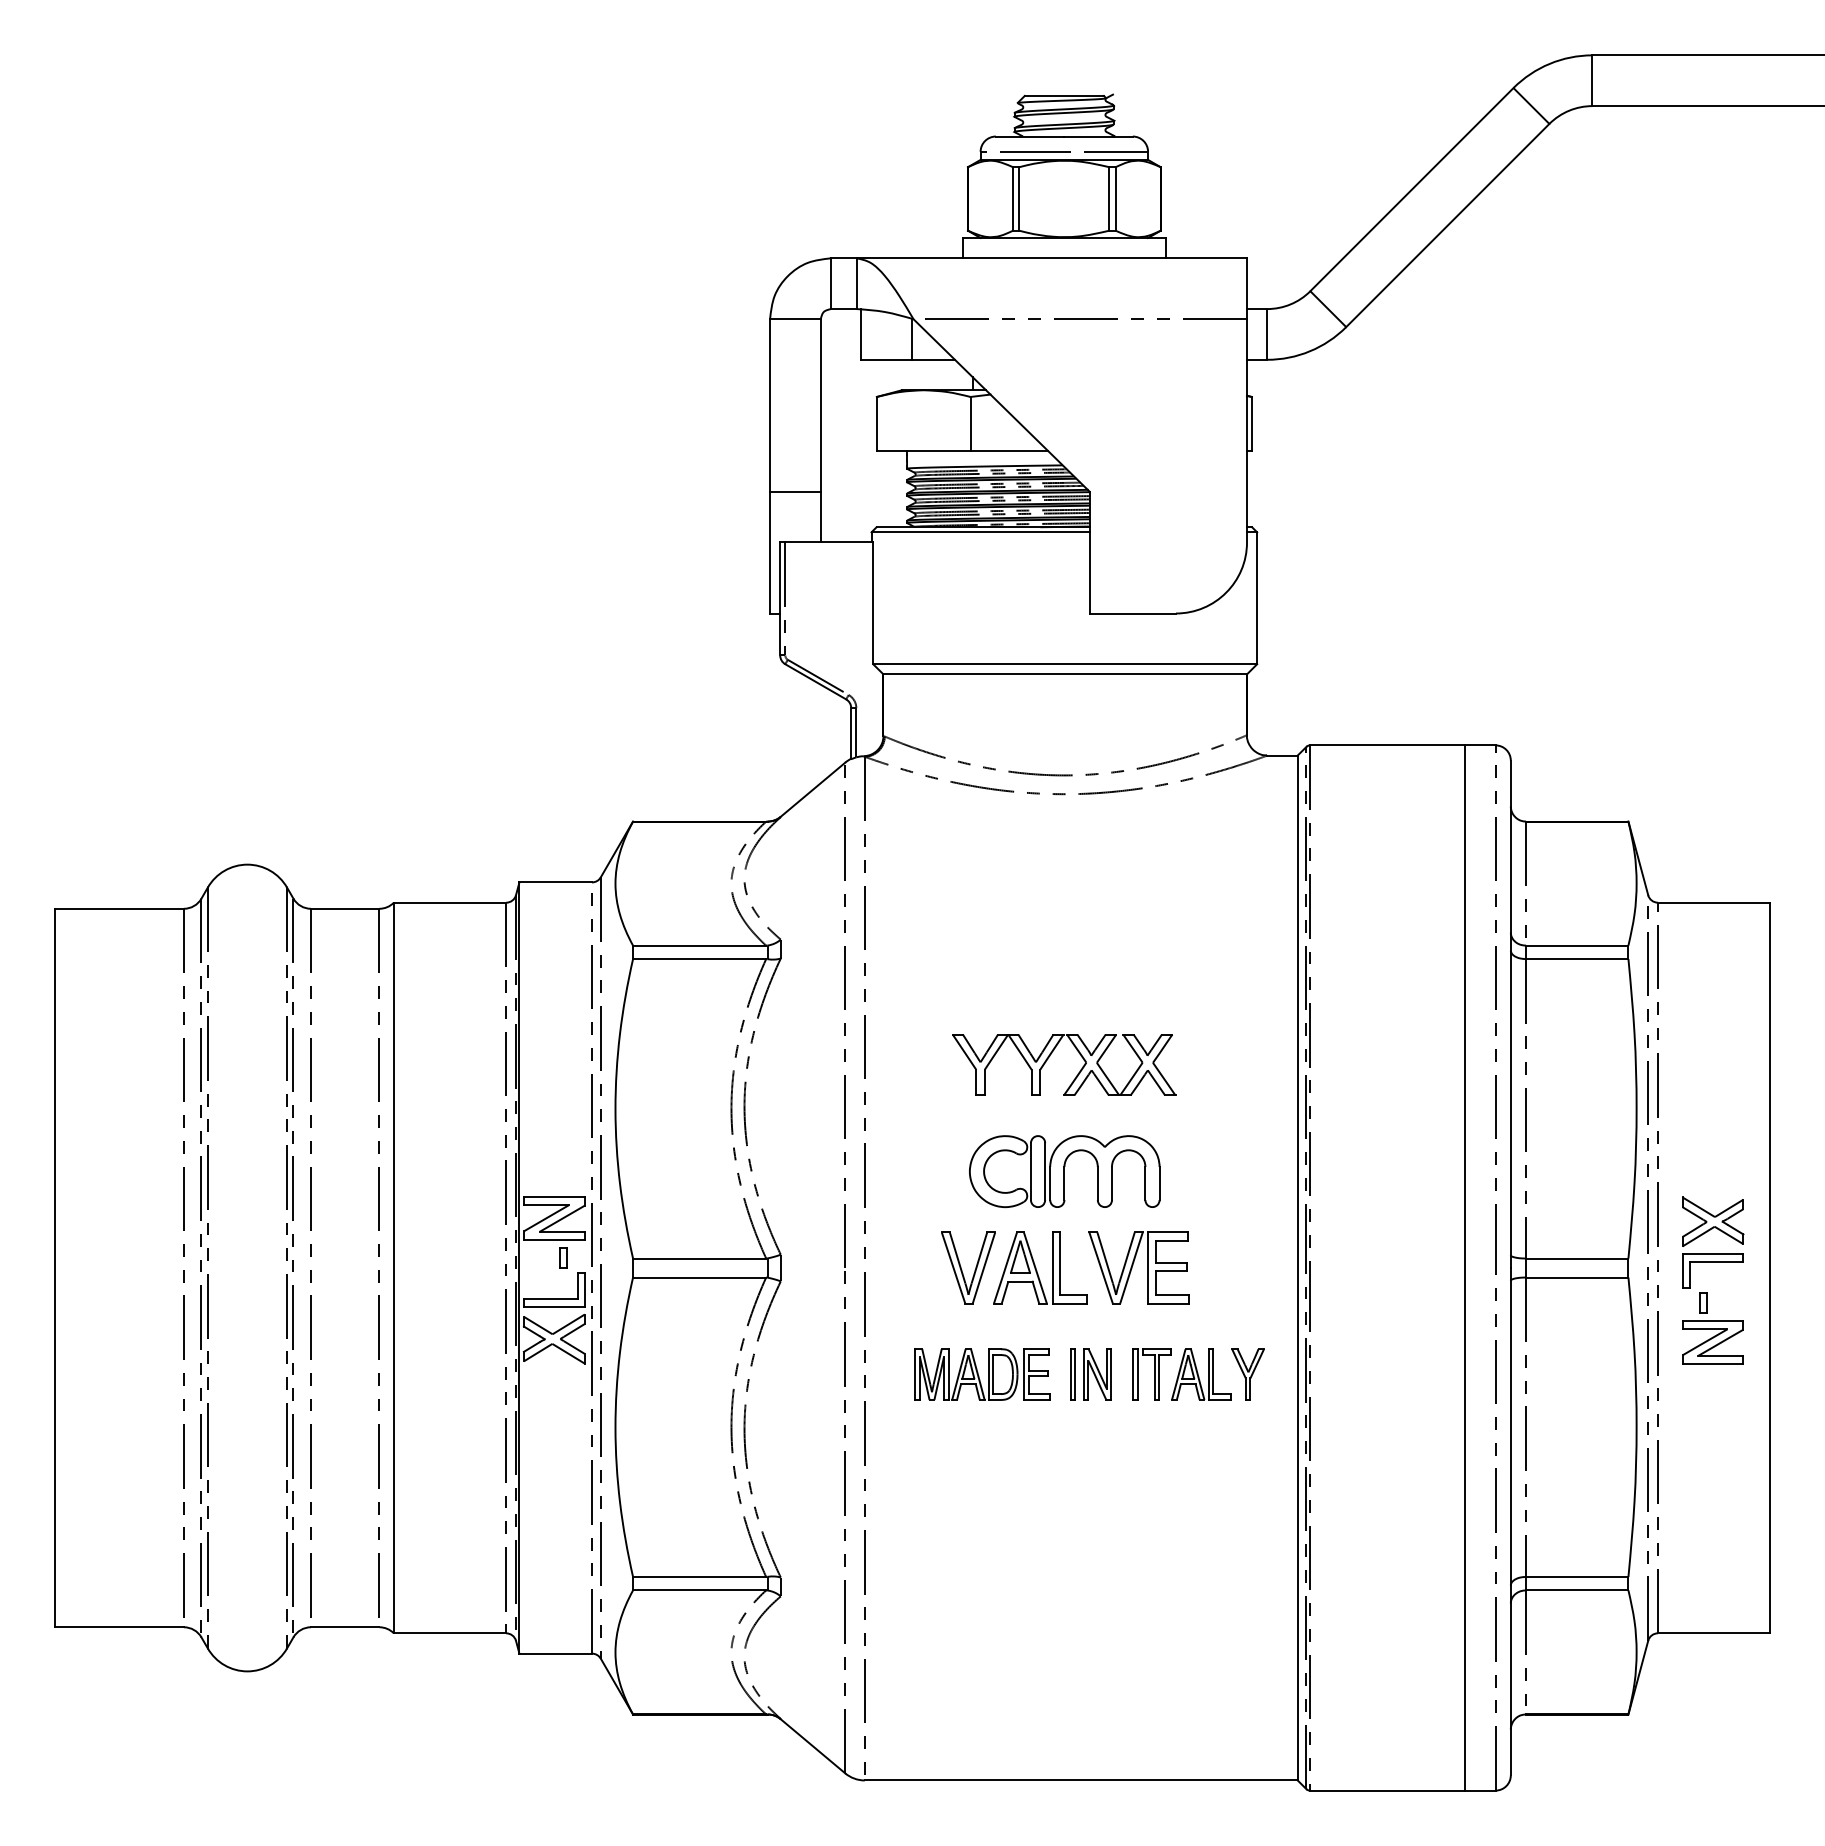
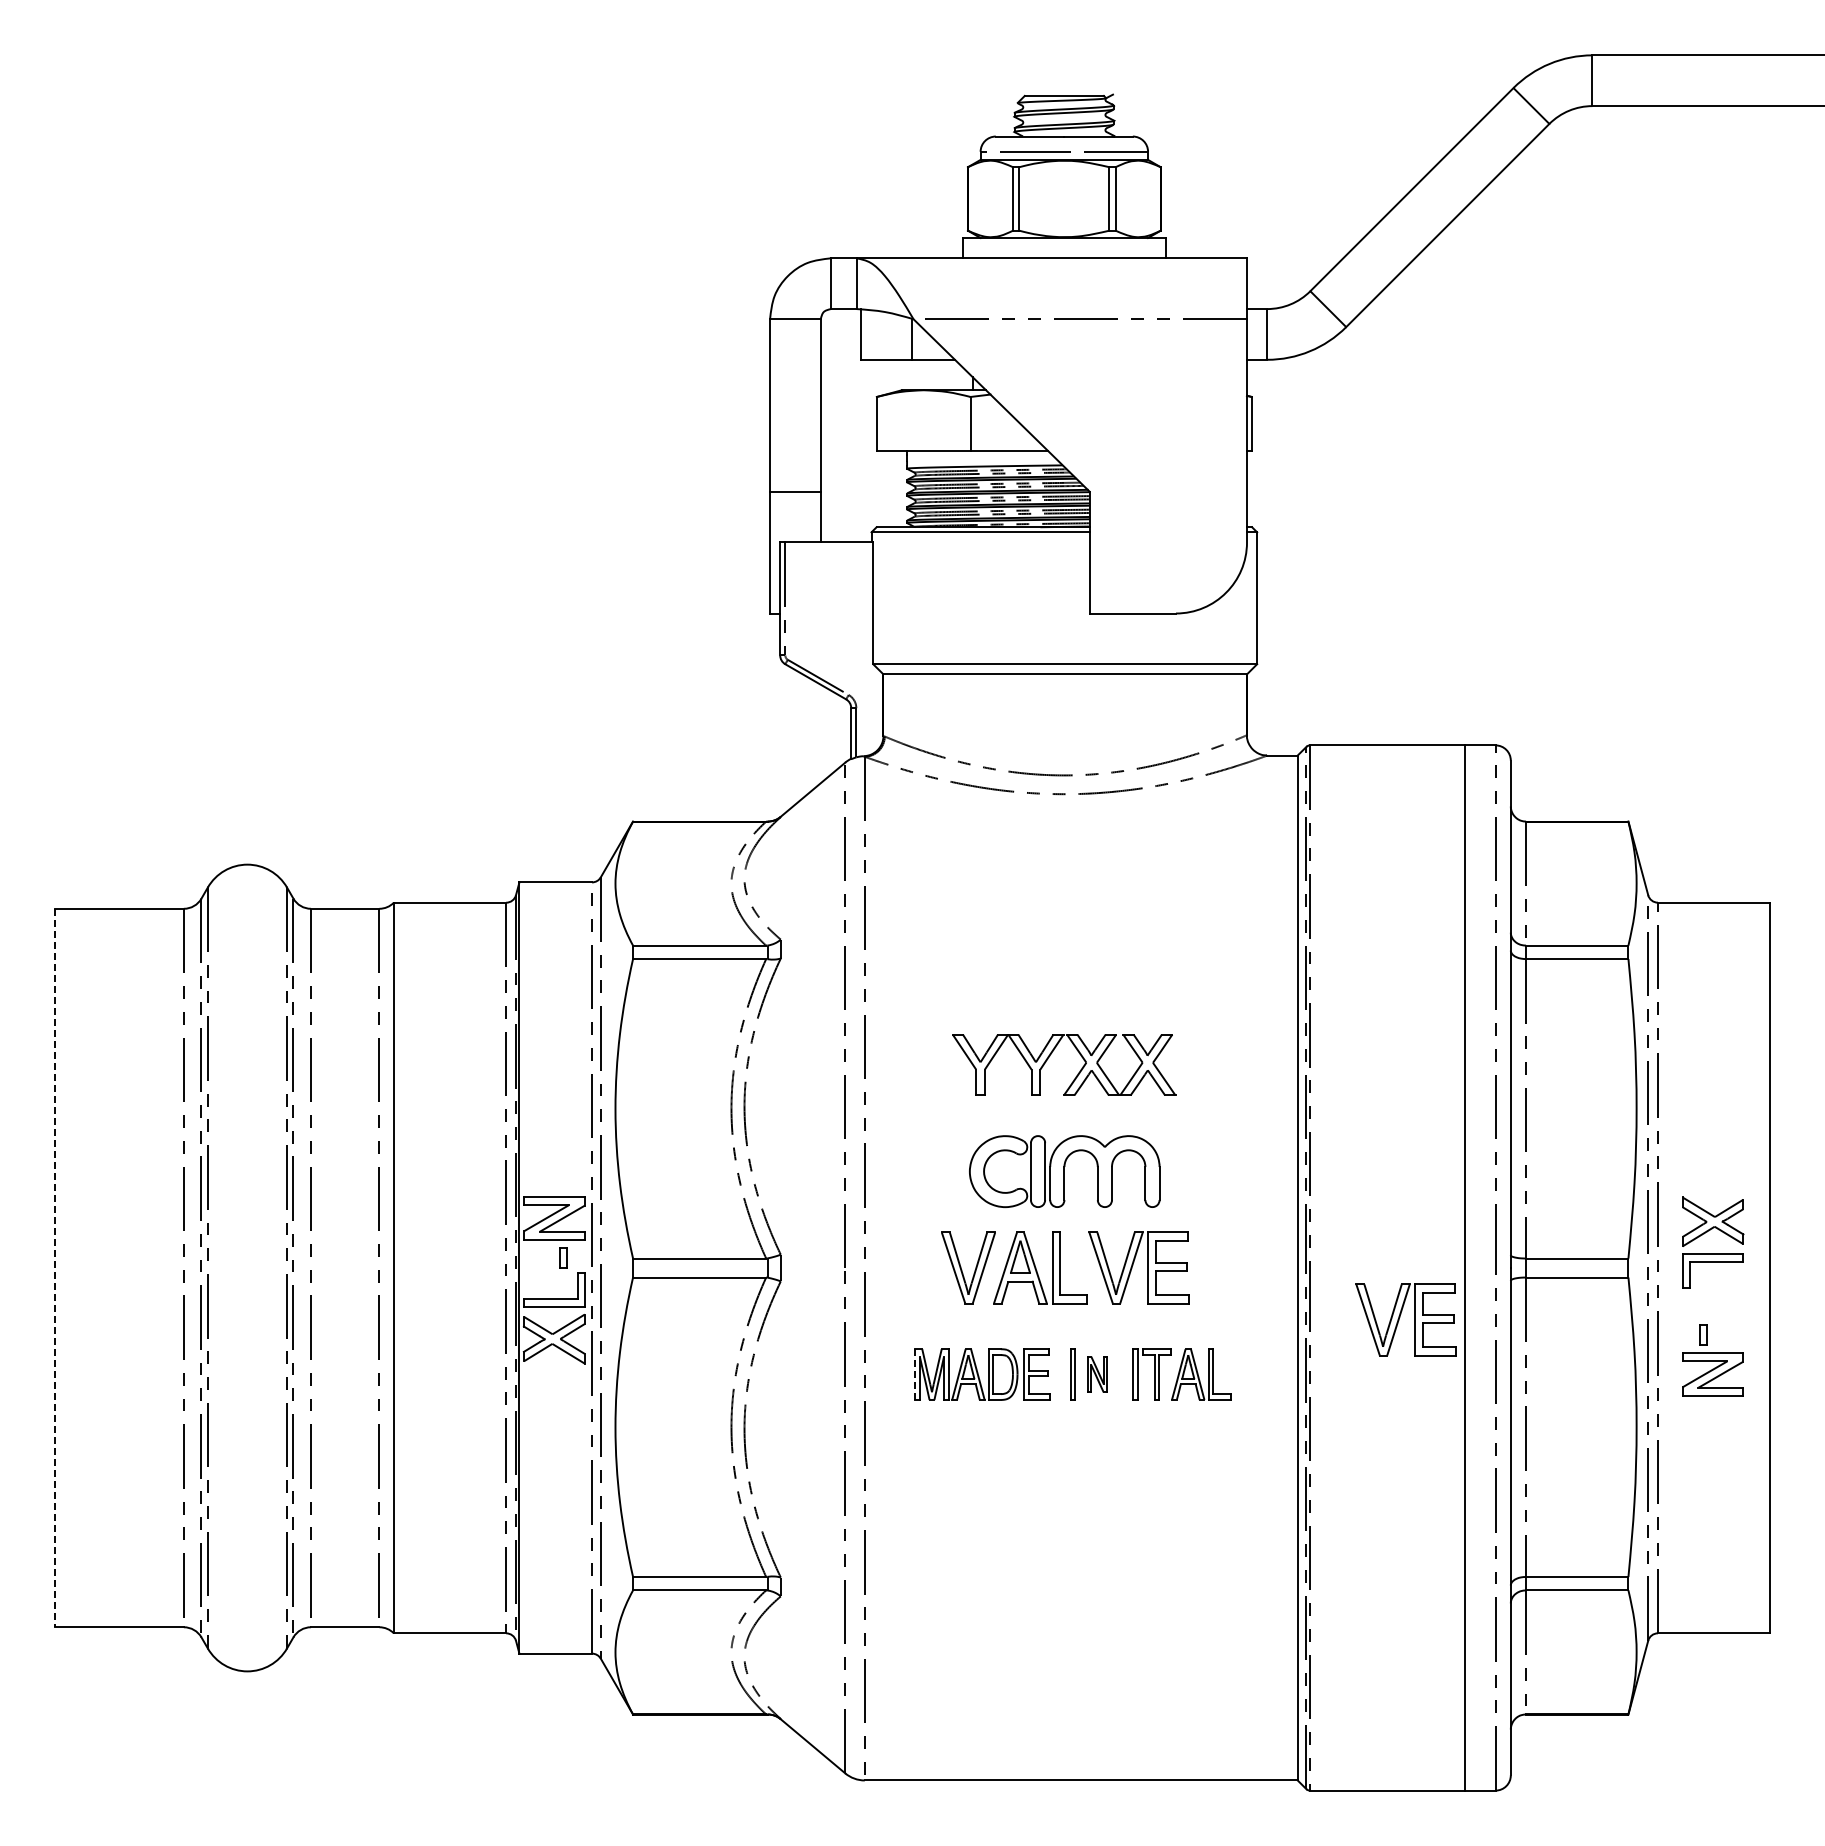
line at (54, 1268): solid -> dashed
part at (1405, 1319): none -> present
part at (1712, 1328) position: (1712, 1328) -> (1712, 1360)
line at (915, 1374): solid -> dashed
part at (1097, 1374) size: 29x53 px -> 21x37 px
part at (1247, 1374): present -> none
